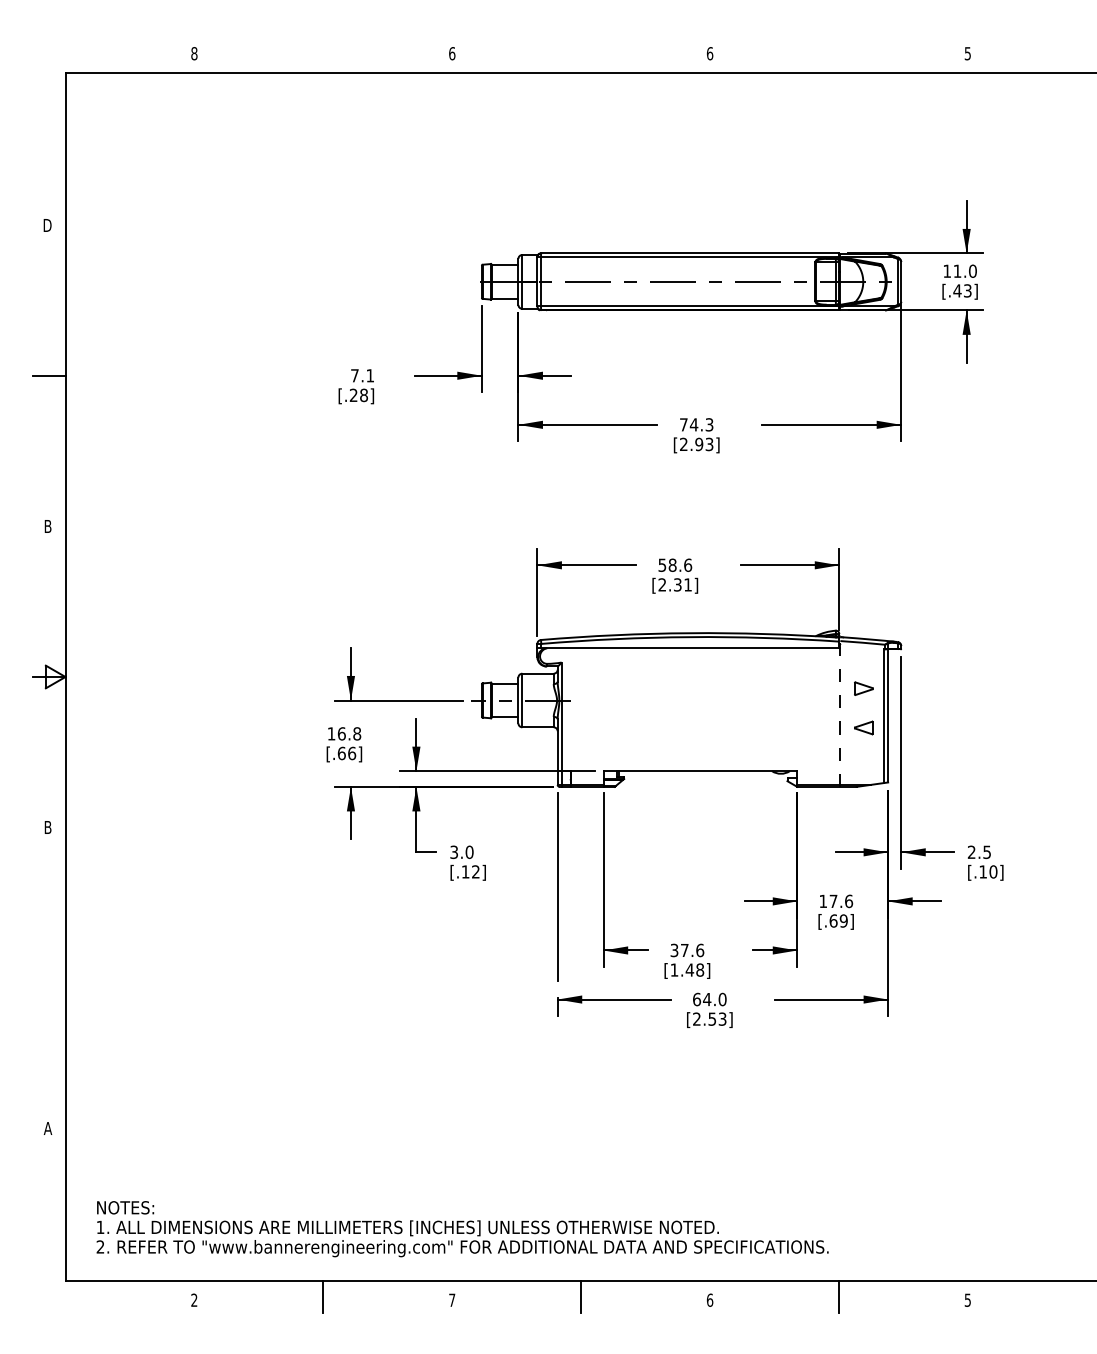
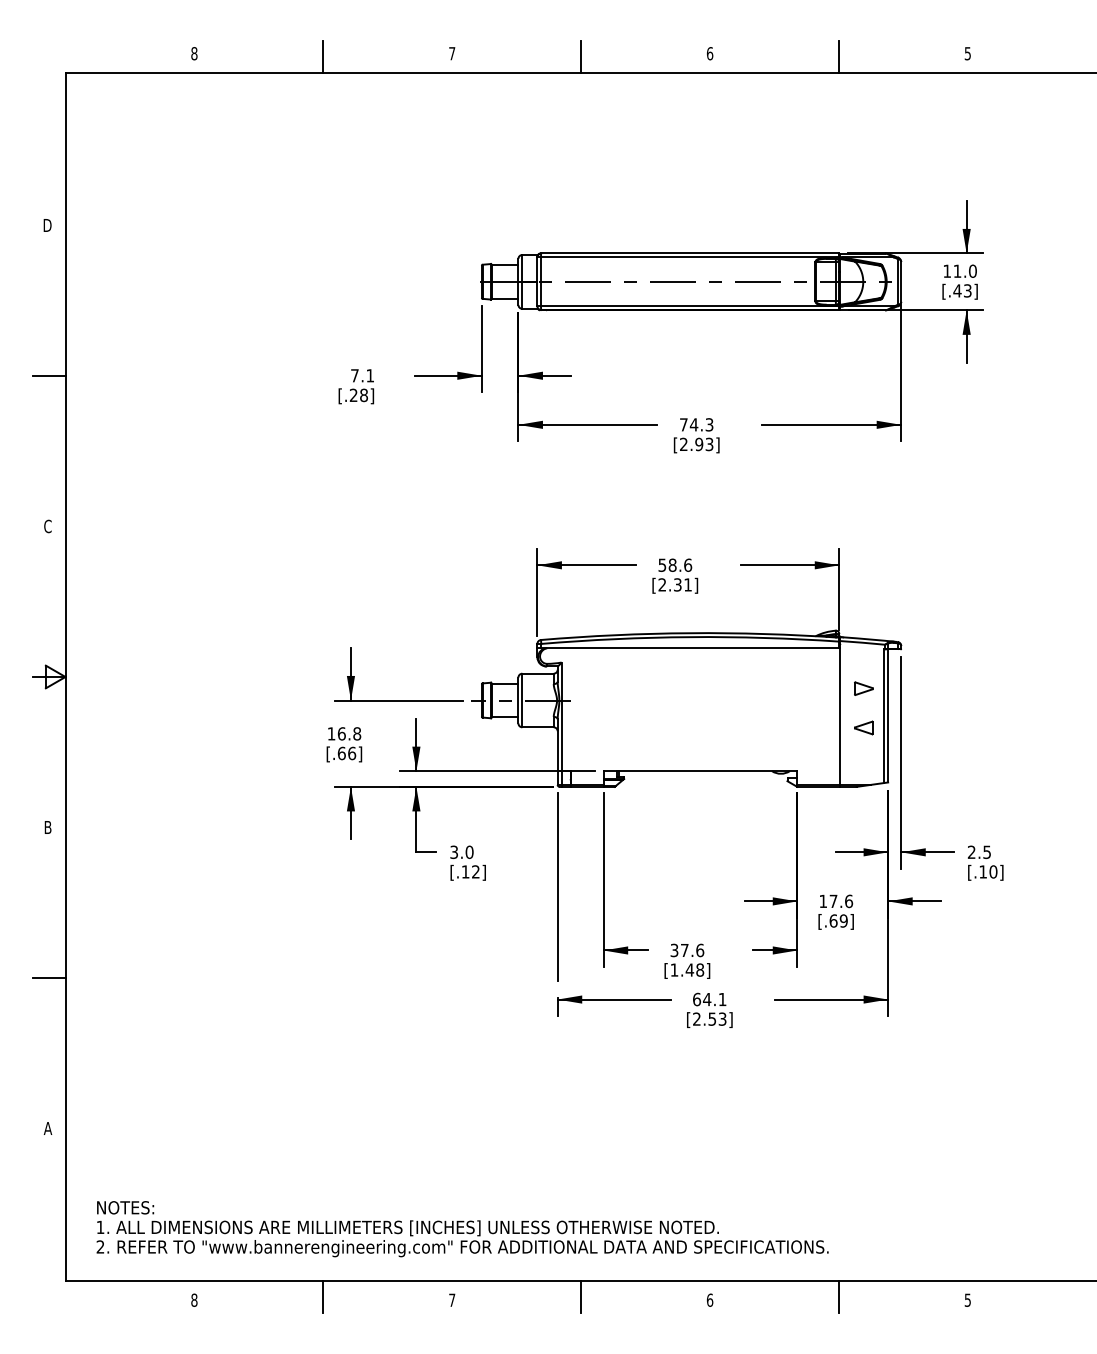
text at (452, 53): 6 -> 7
line at (323, 56): none -> present
line at (581, 56): none -> present
line at (838, 56): none -> present
text at (47, 526): B -> C
line at (840, 712): dashed -> solid
line at (48, 978): none -> present
text at (722, 999): 64.0 -> 64.1
text at (194, 1299): 2 -> 8
